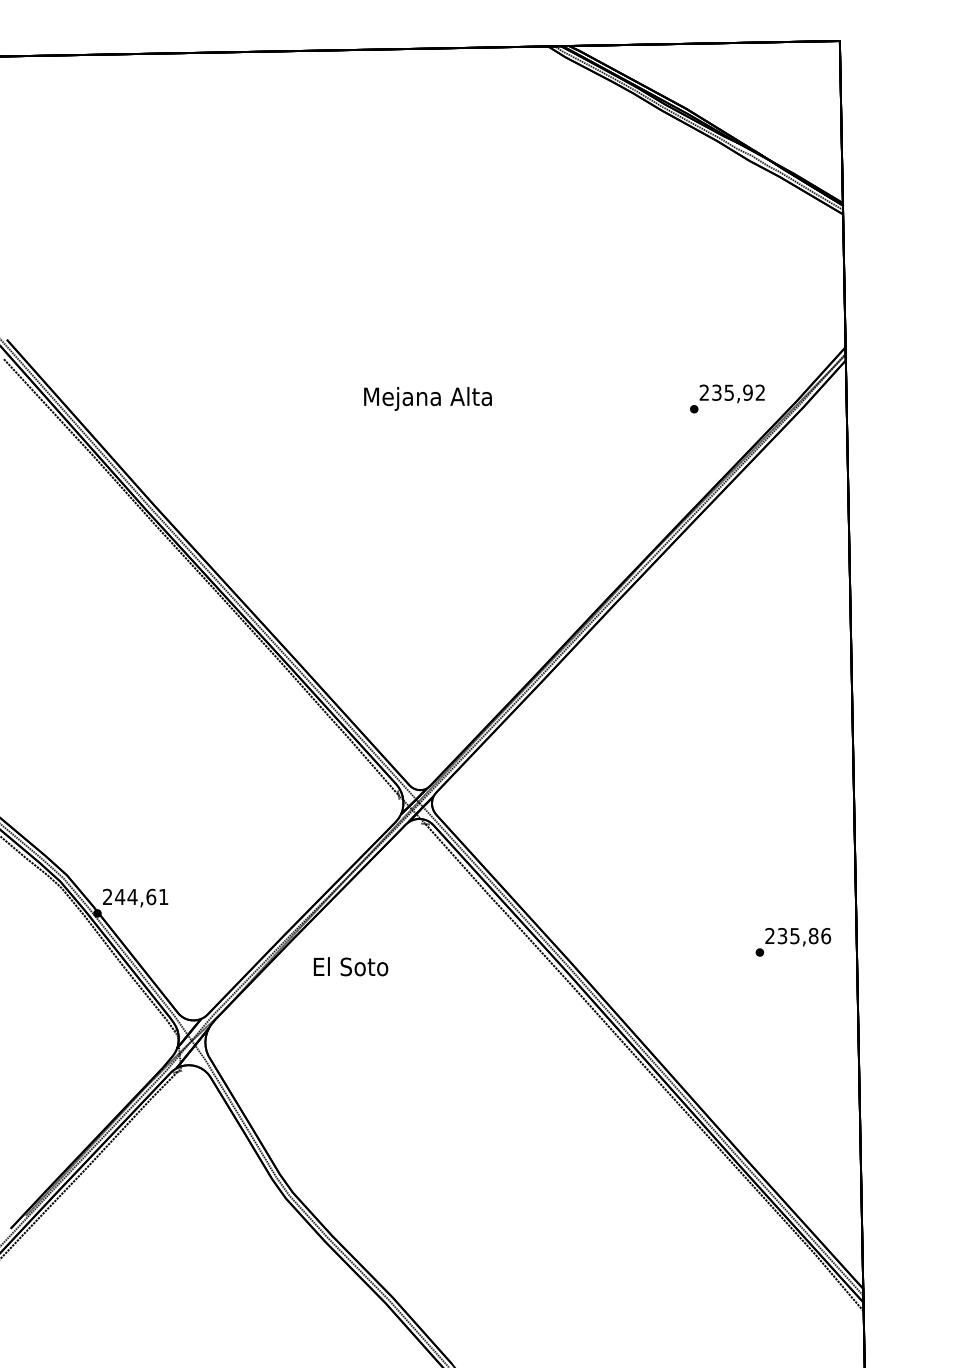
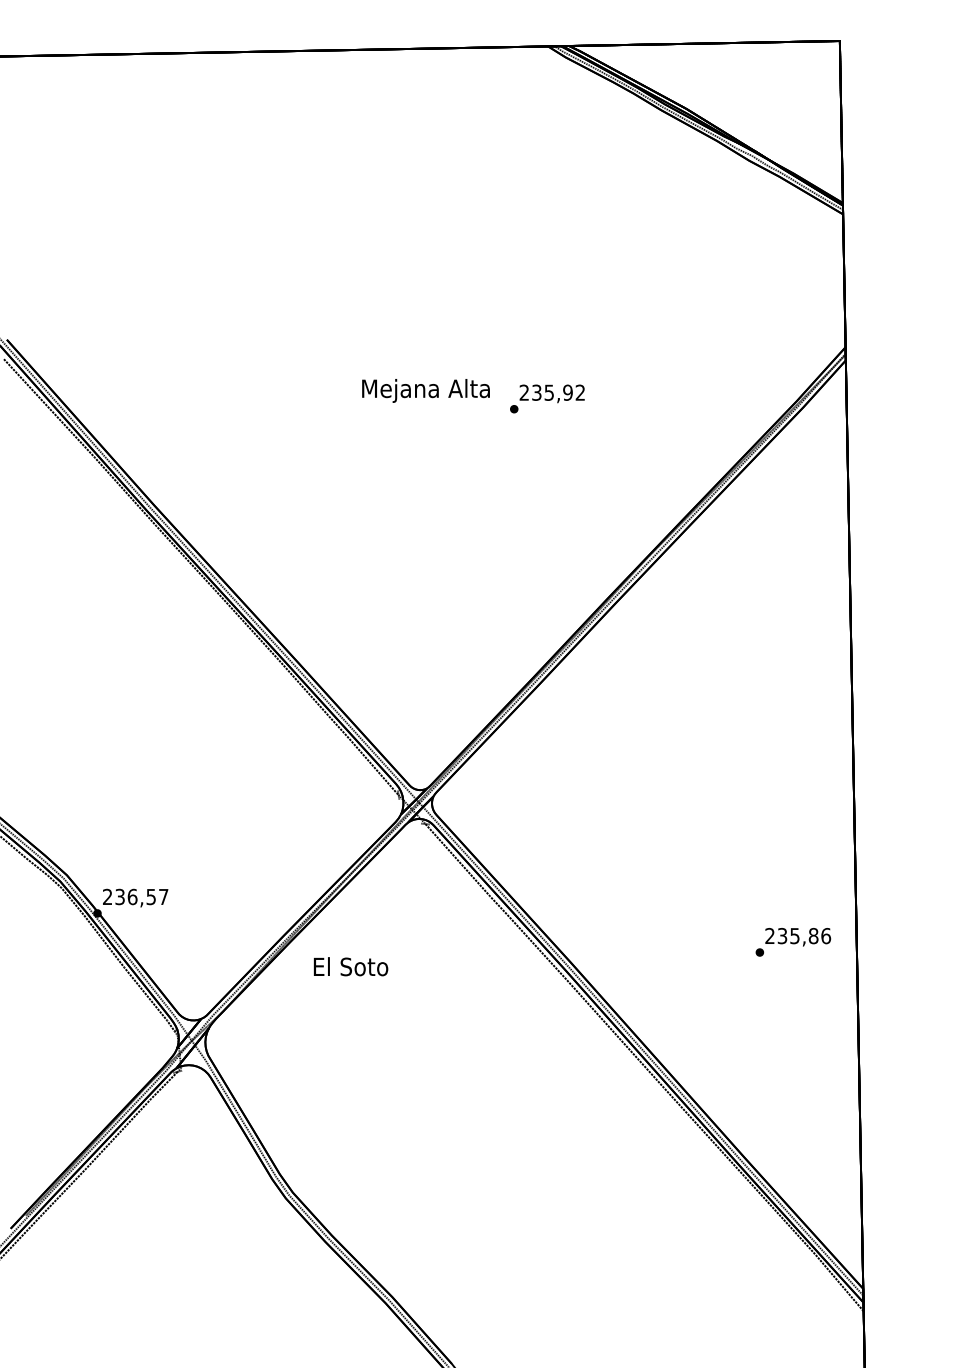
text at (427, 398) position: (427, 398) -> (425, 390)
text at (727, 398) position: (727, 398) -> (547, 398)
text at (141, 896): 244,61 -> 236,57
